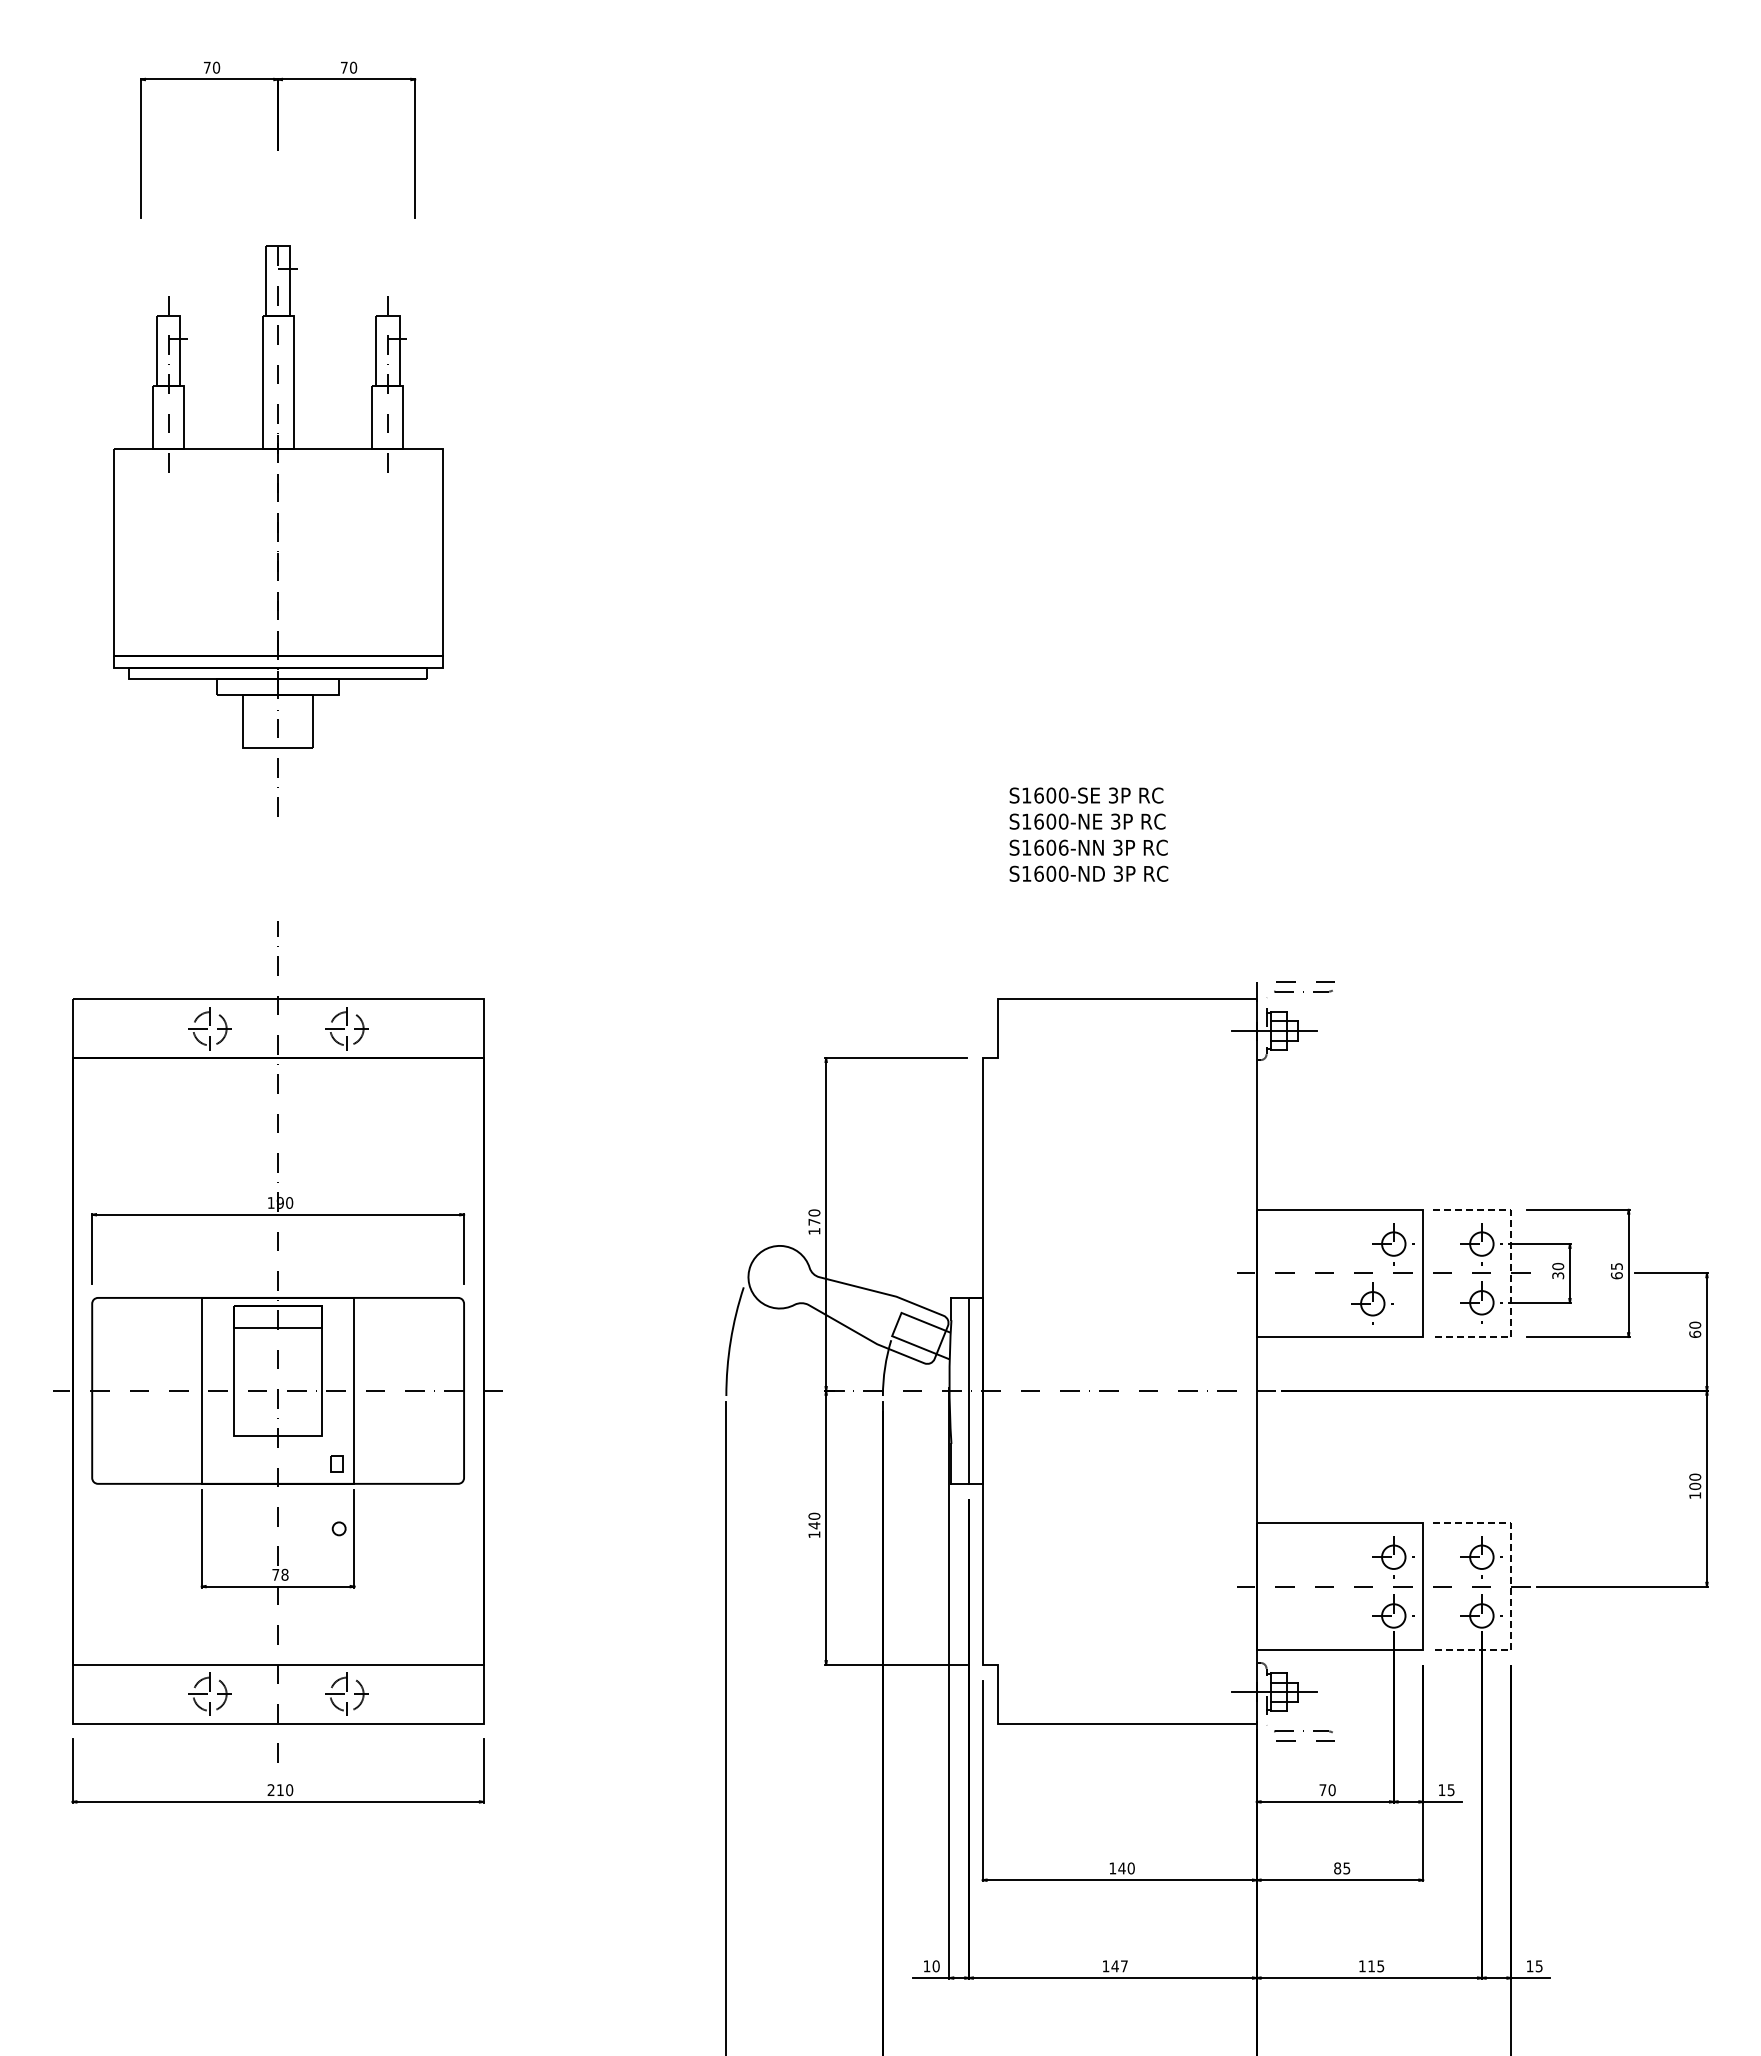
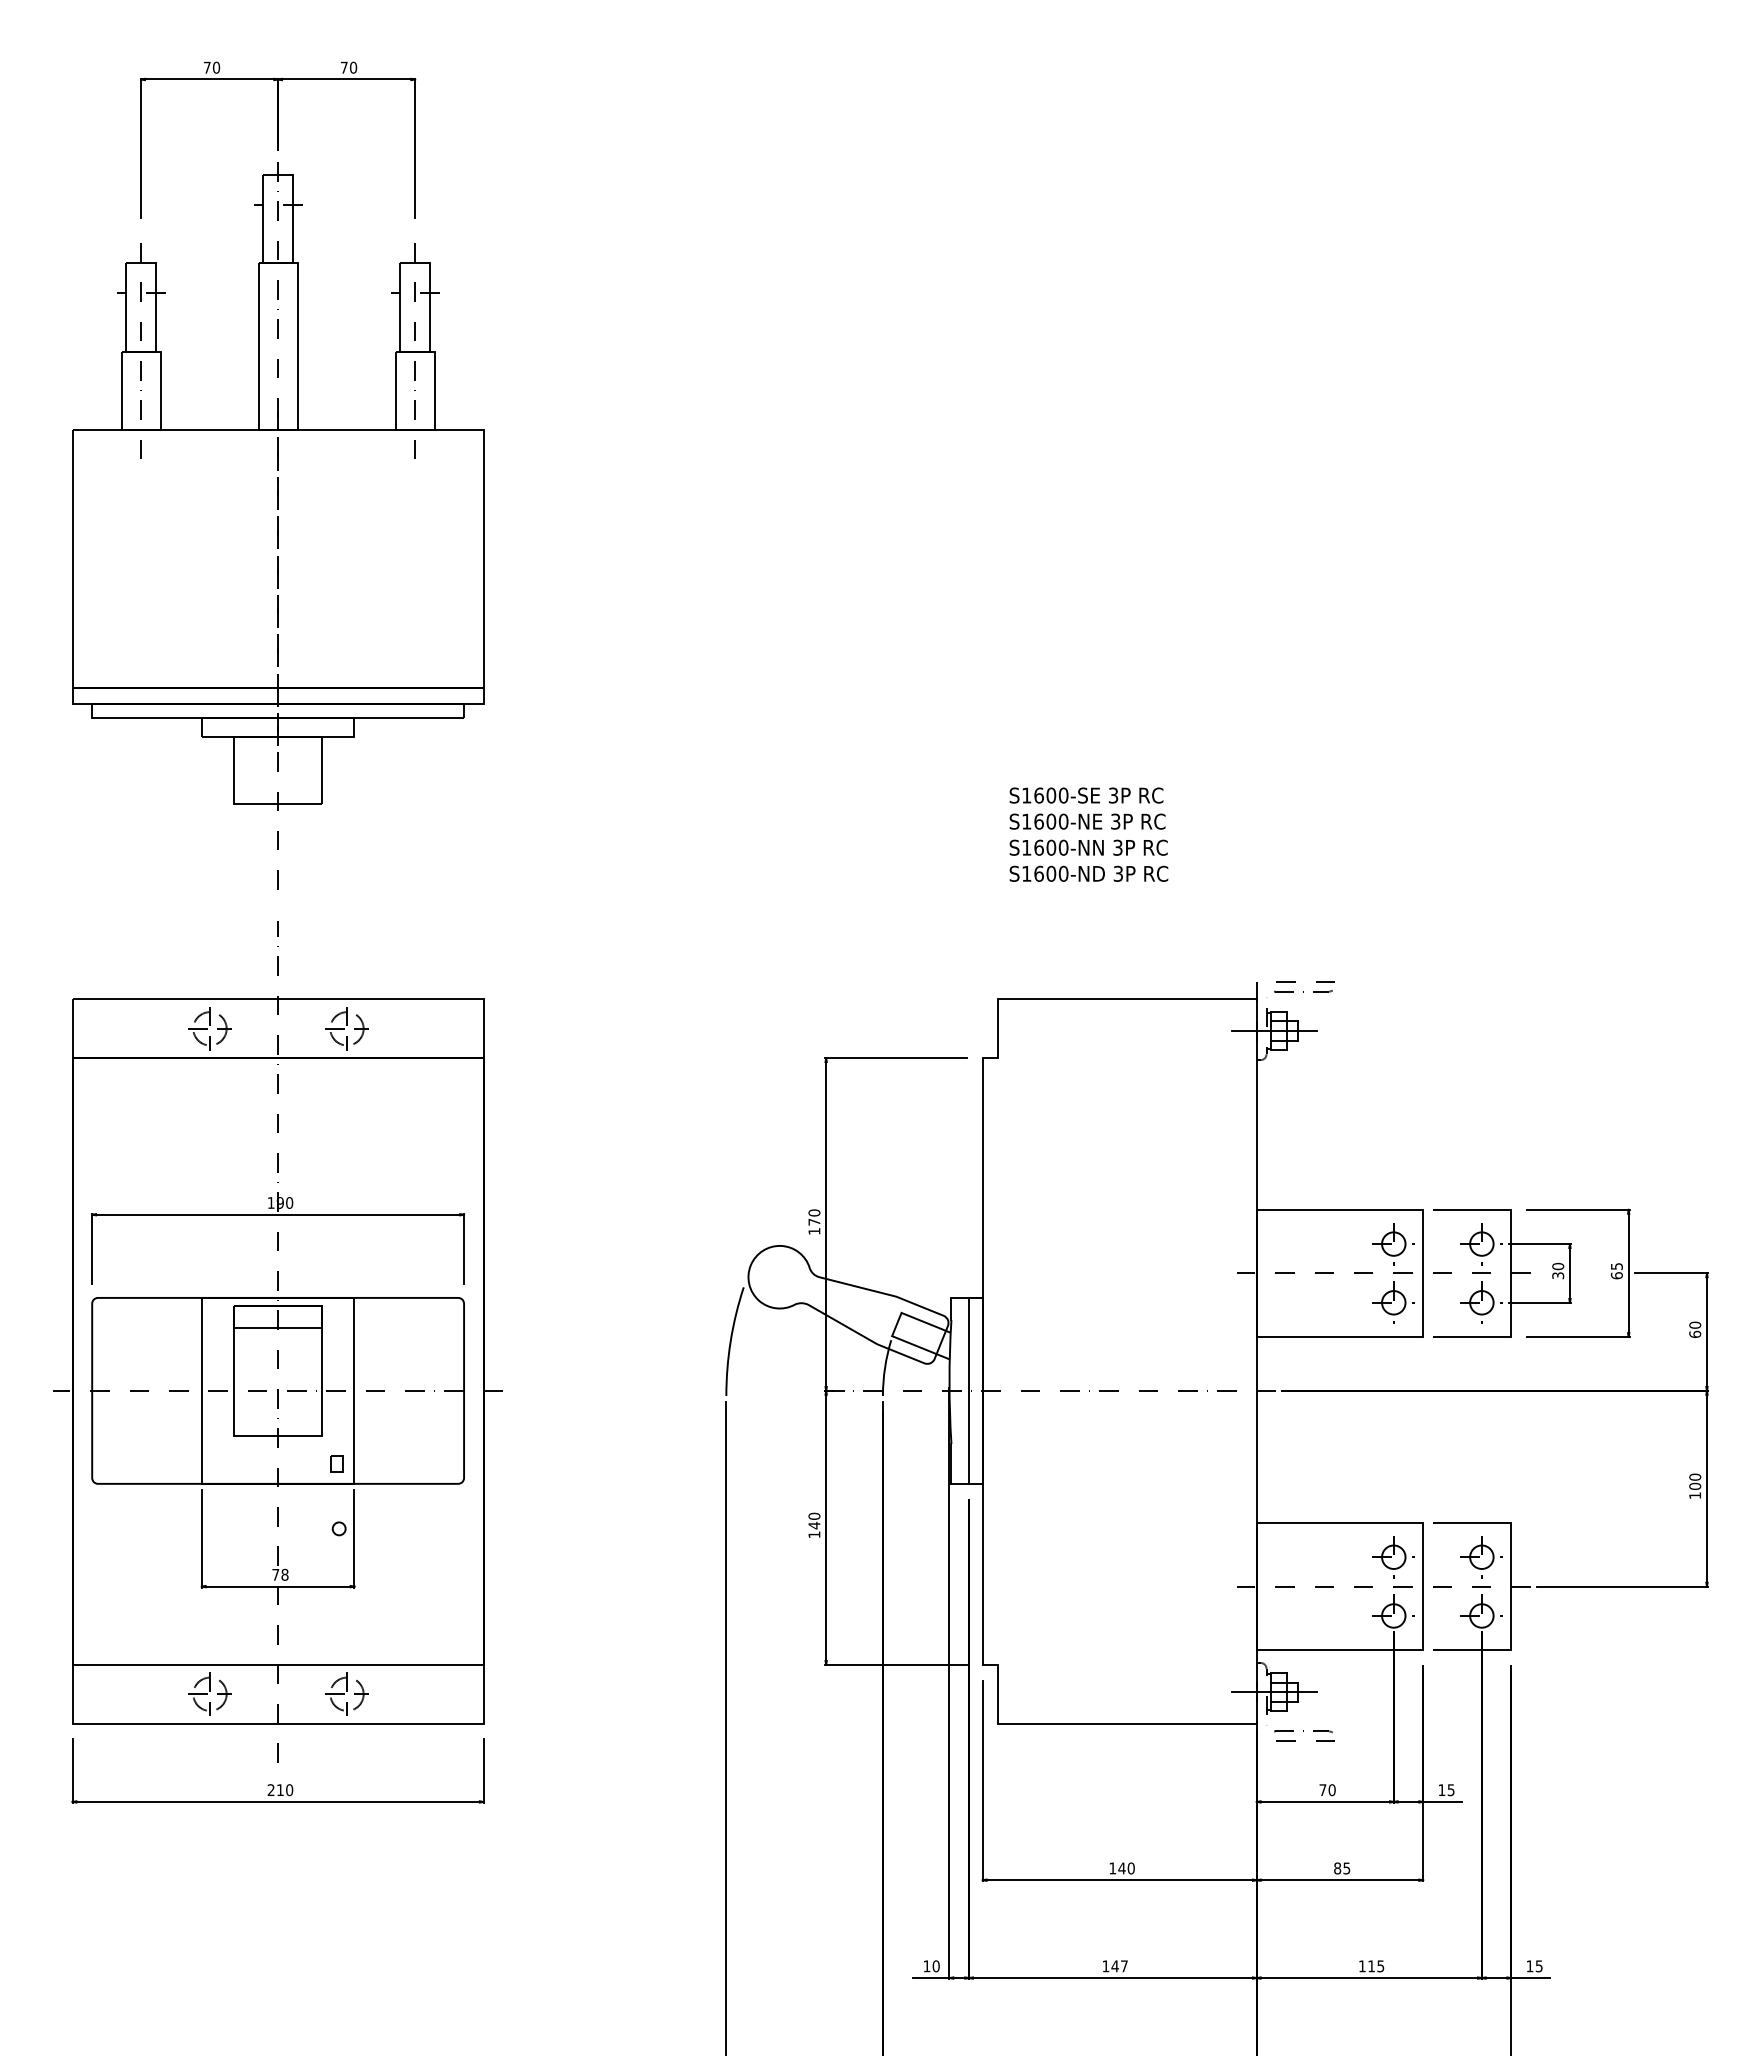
part at (278, 530) size: 331x572 px -> 413x728 px
text at (1063, 847): S1606-NN -> S1600-NN
line at (1511, 1273): dashed -> solid
part at (1372, 1303) position: (1372, 1303) -> (1393, 1302)
line at (1511, 1586): dashed -> solid
